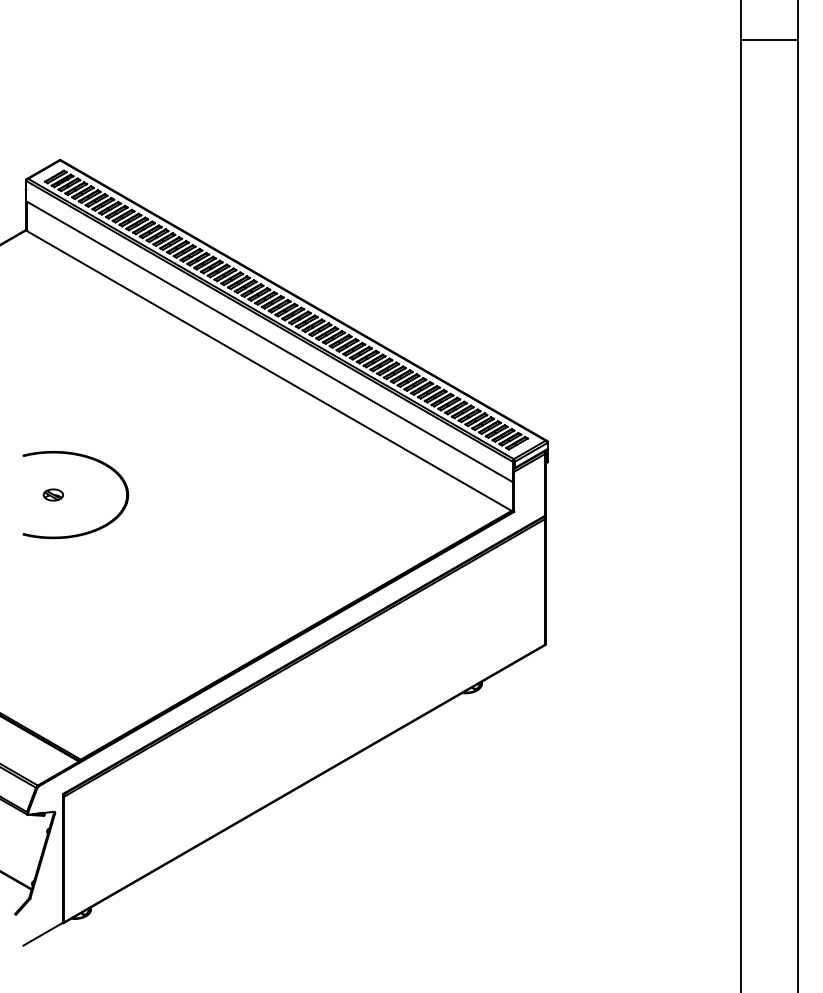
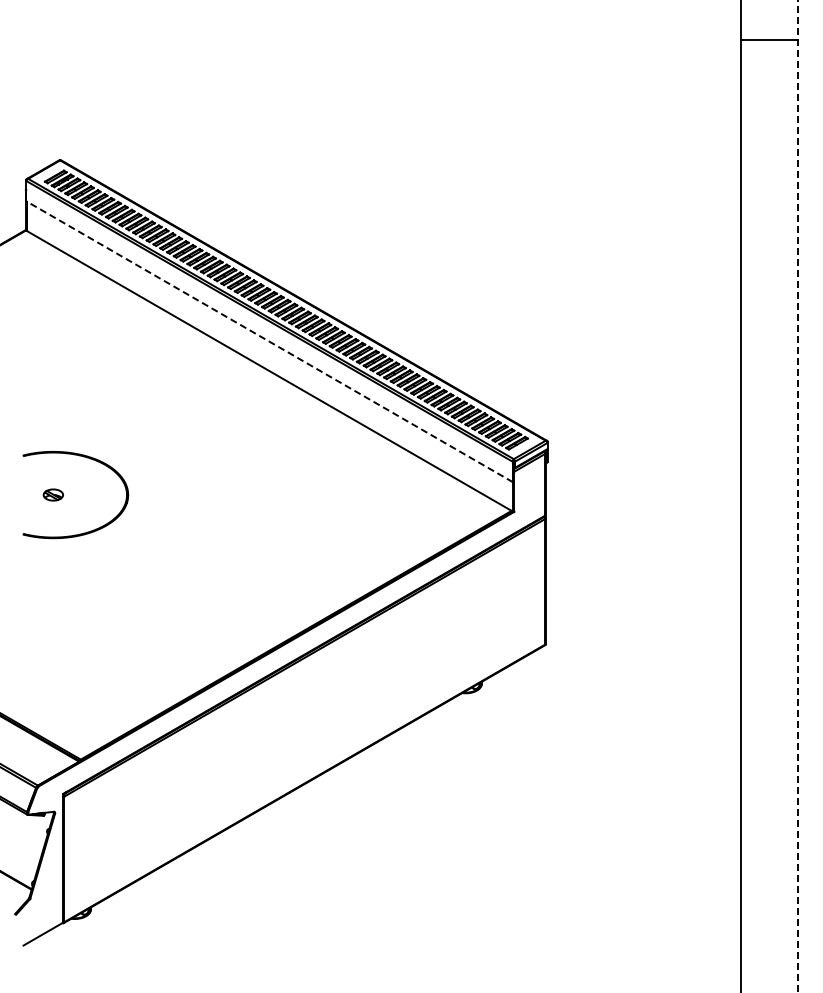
line at (269, 341): solid -> dashed
line at (798, 496): solid -> dashed
